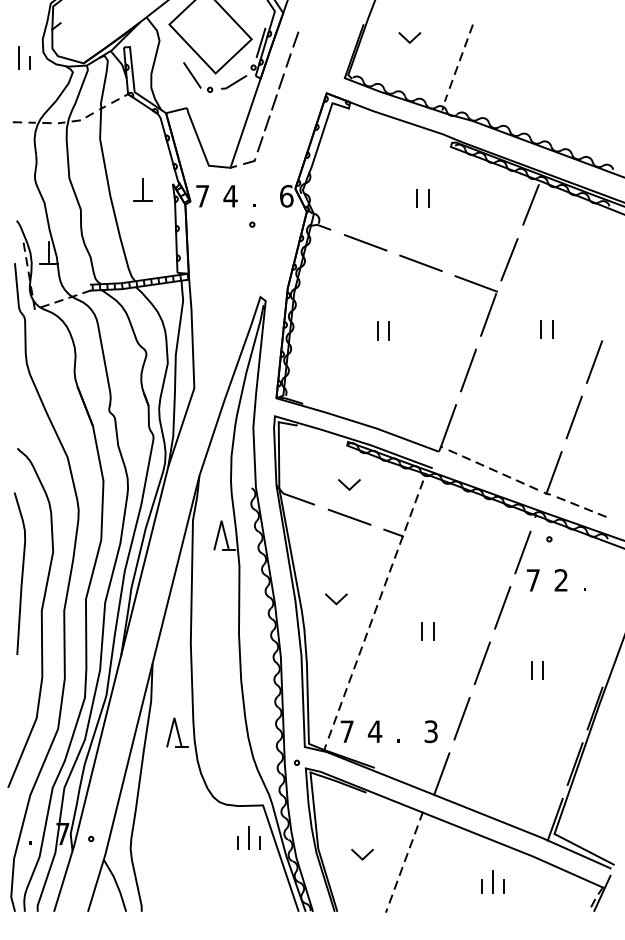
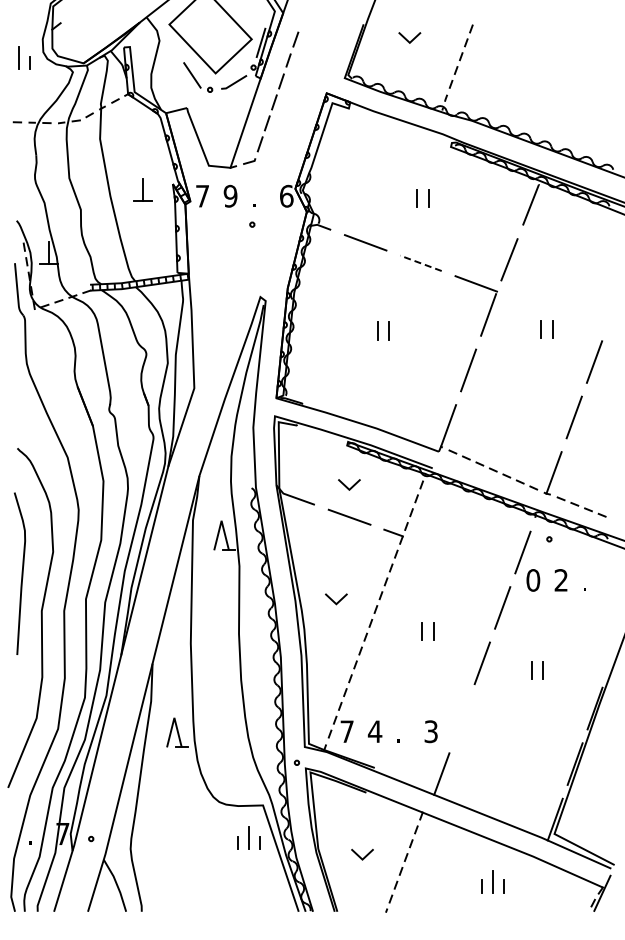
text at (230, 195): 4 -> 9
line at (420, 263): solid -> dashed
text at (533, 580): 7 -> 0
line at (461, 718): present -> none
